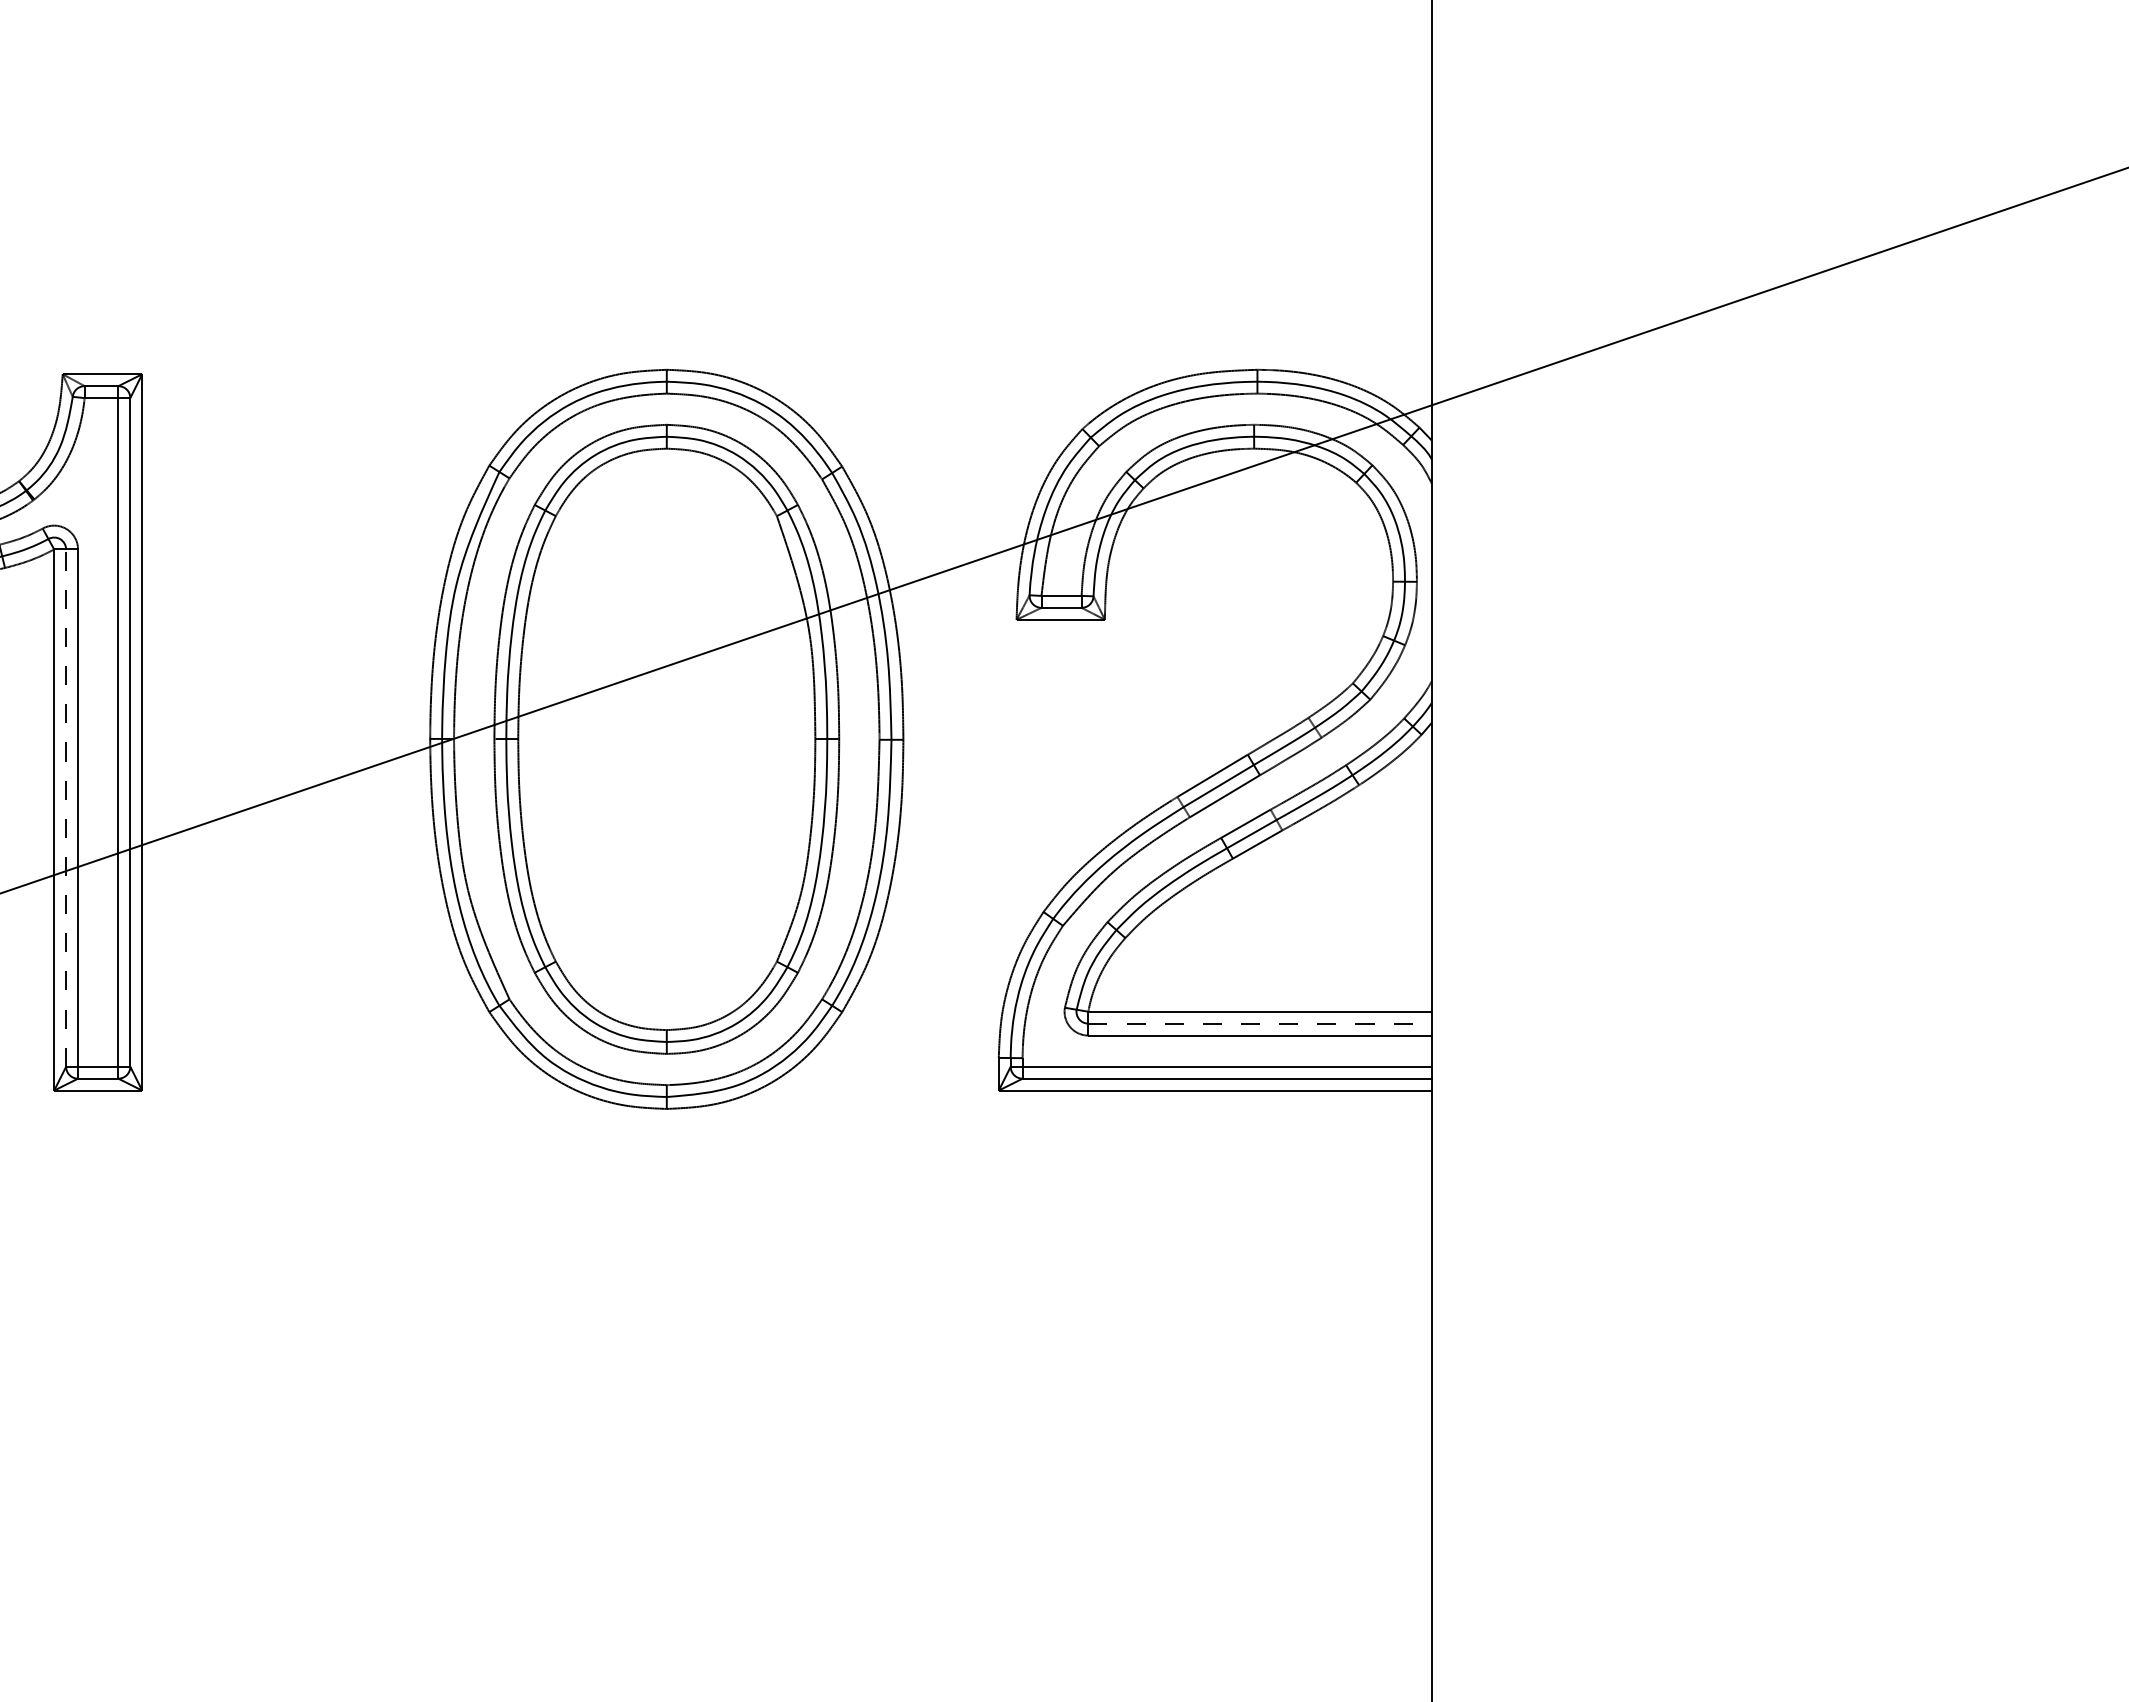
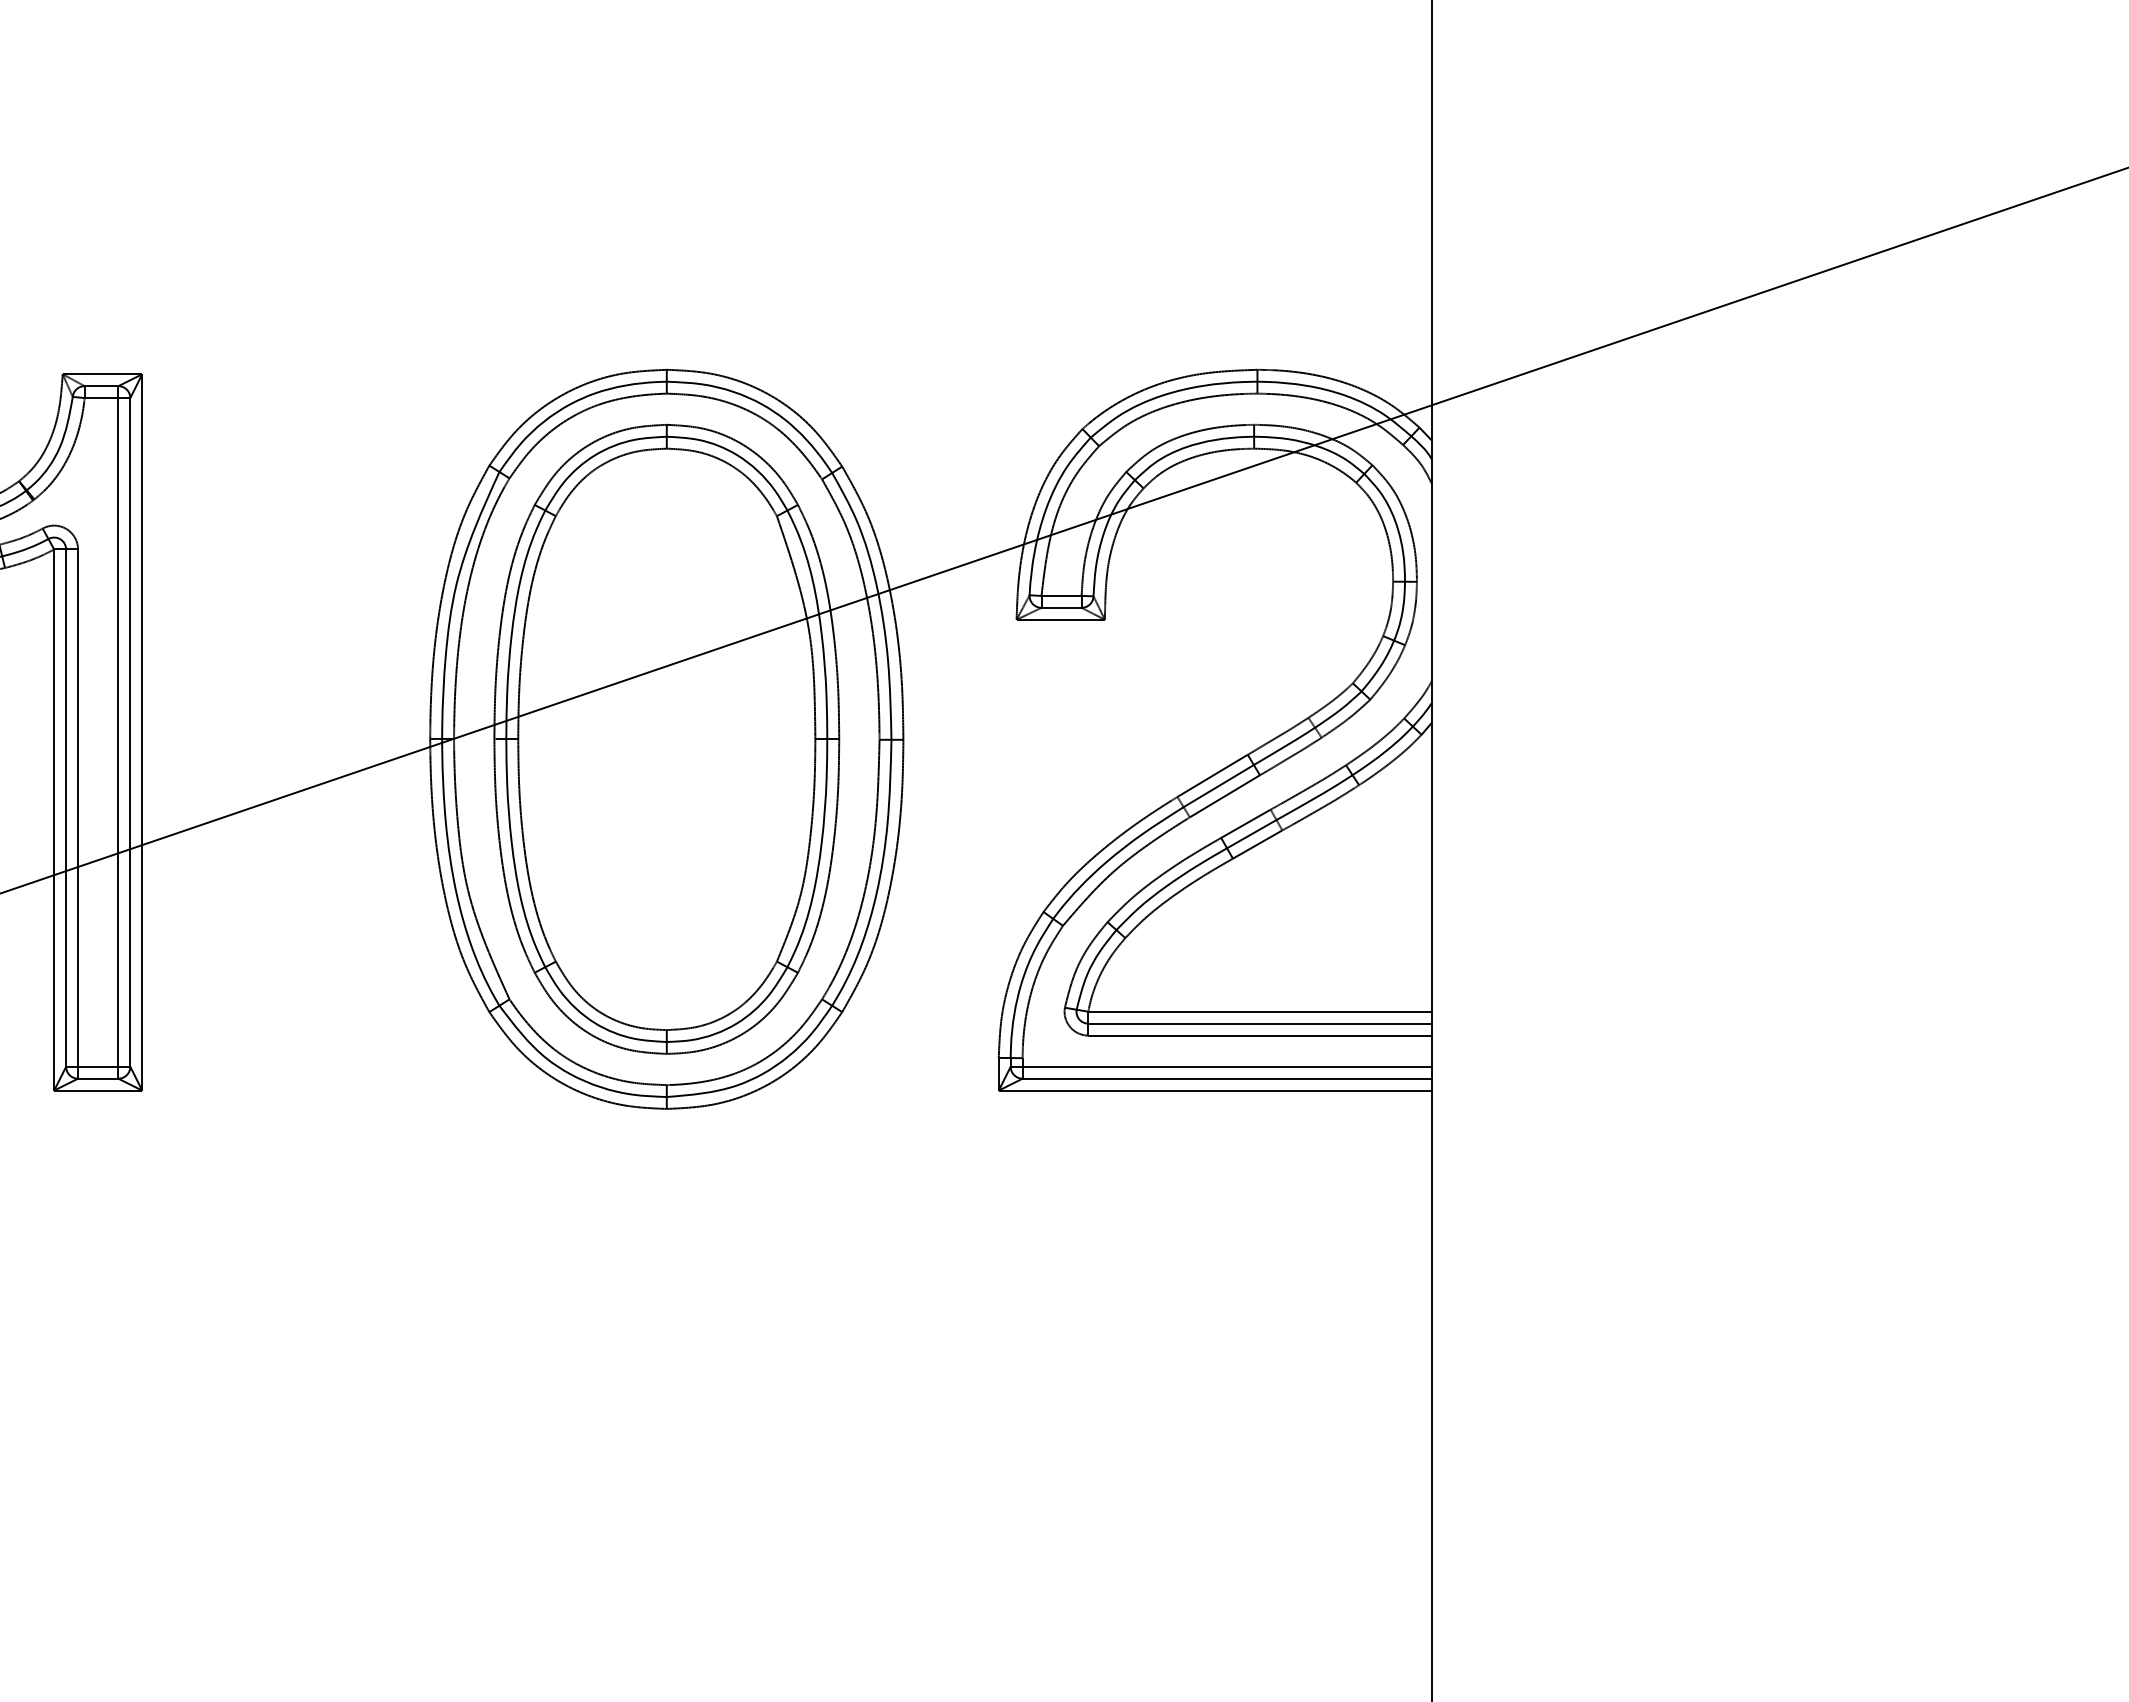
line at (66, 808): dashed -> solid
line at (1260, 1023): dashed -> solid
